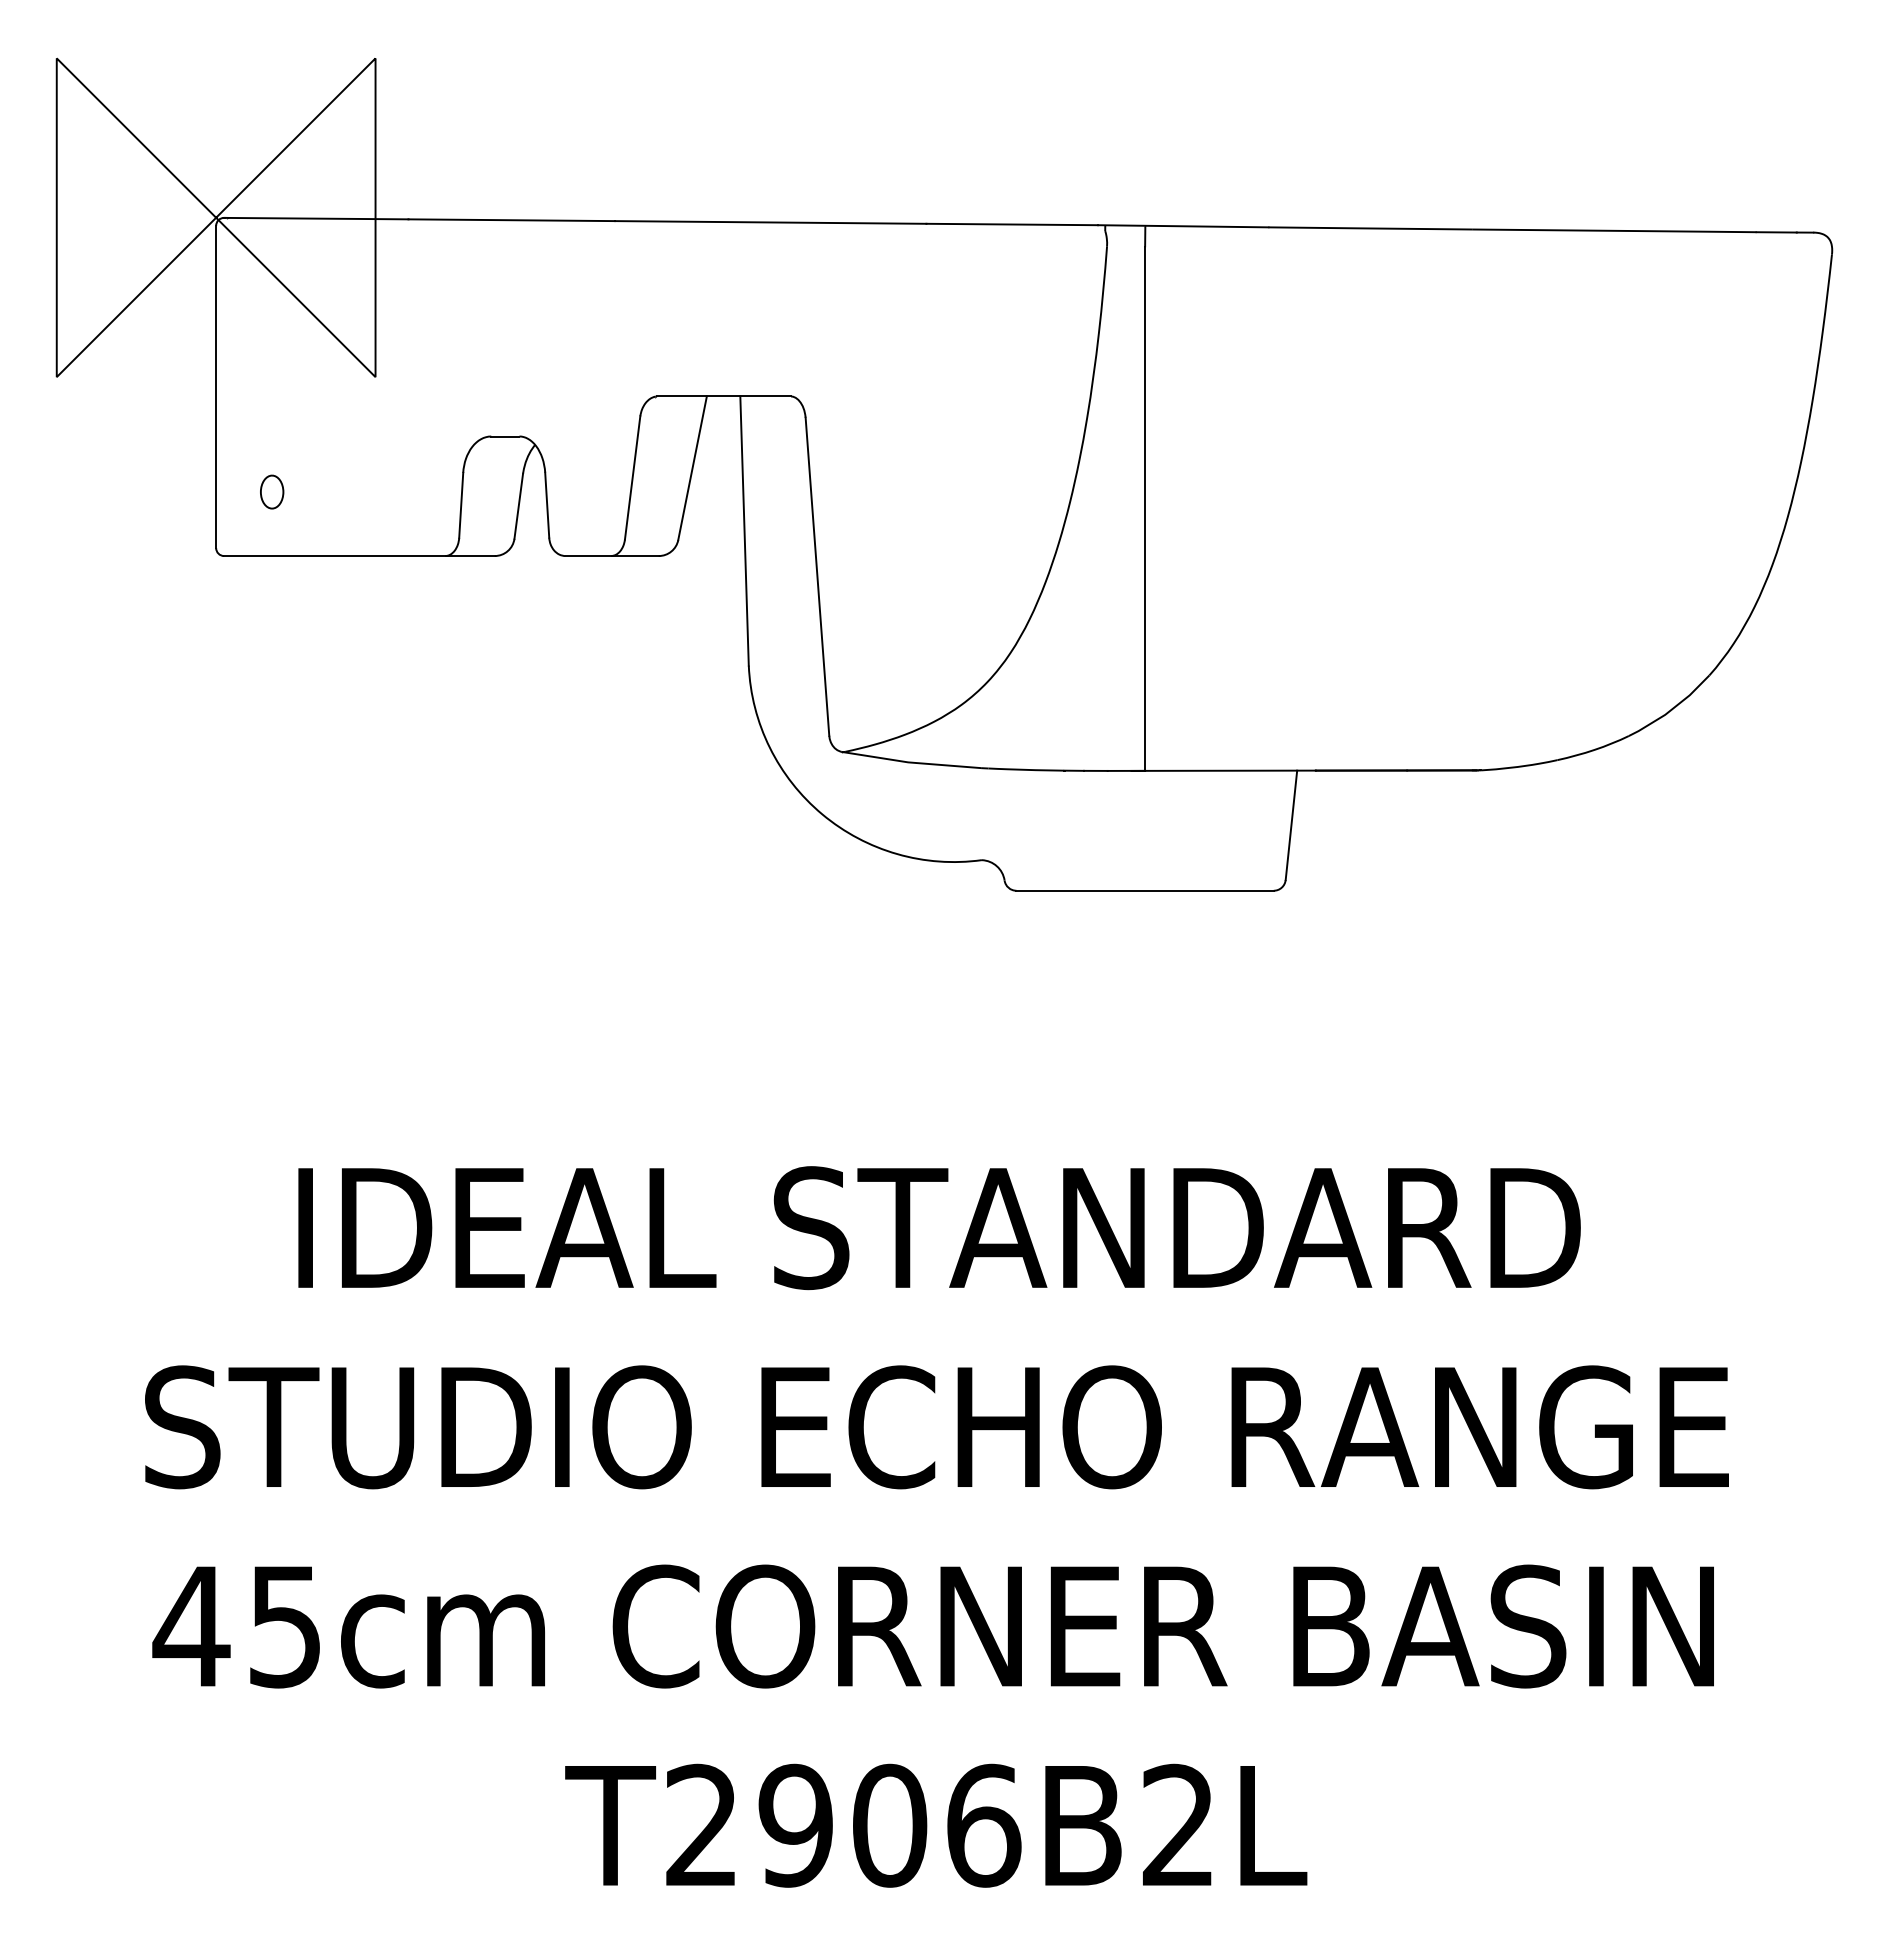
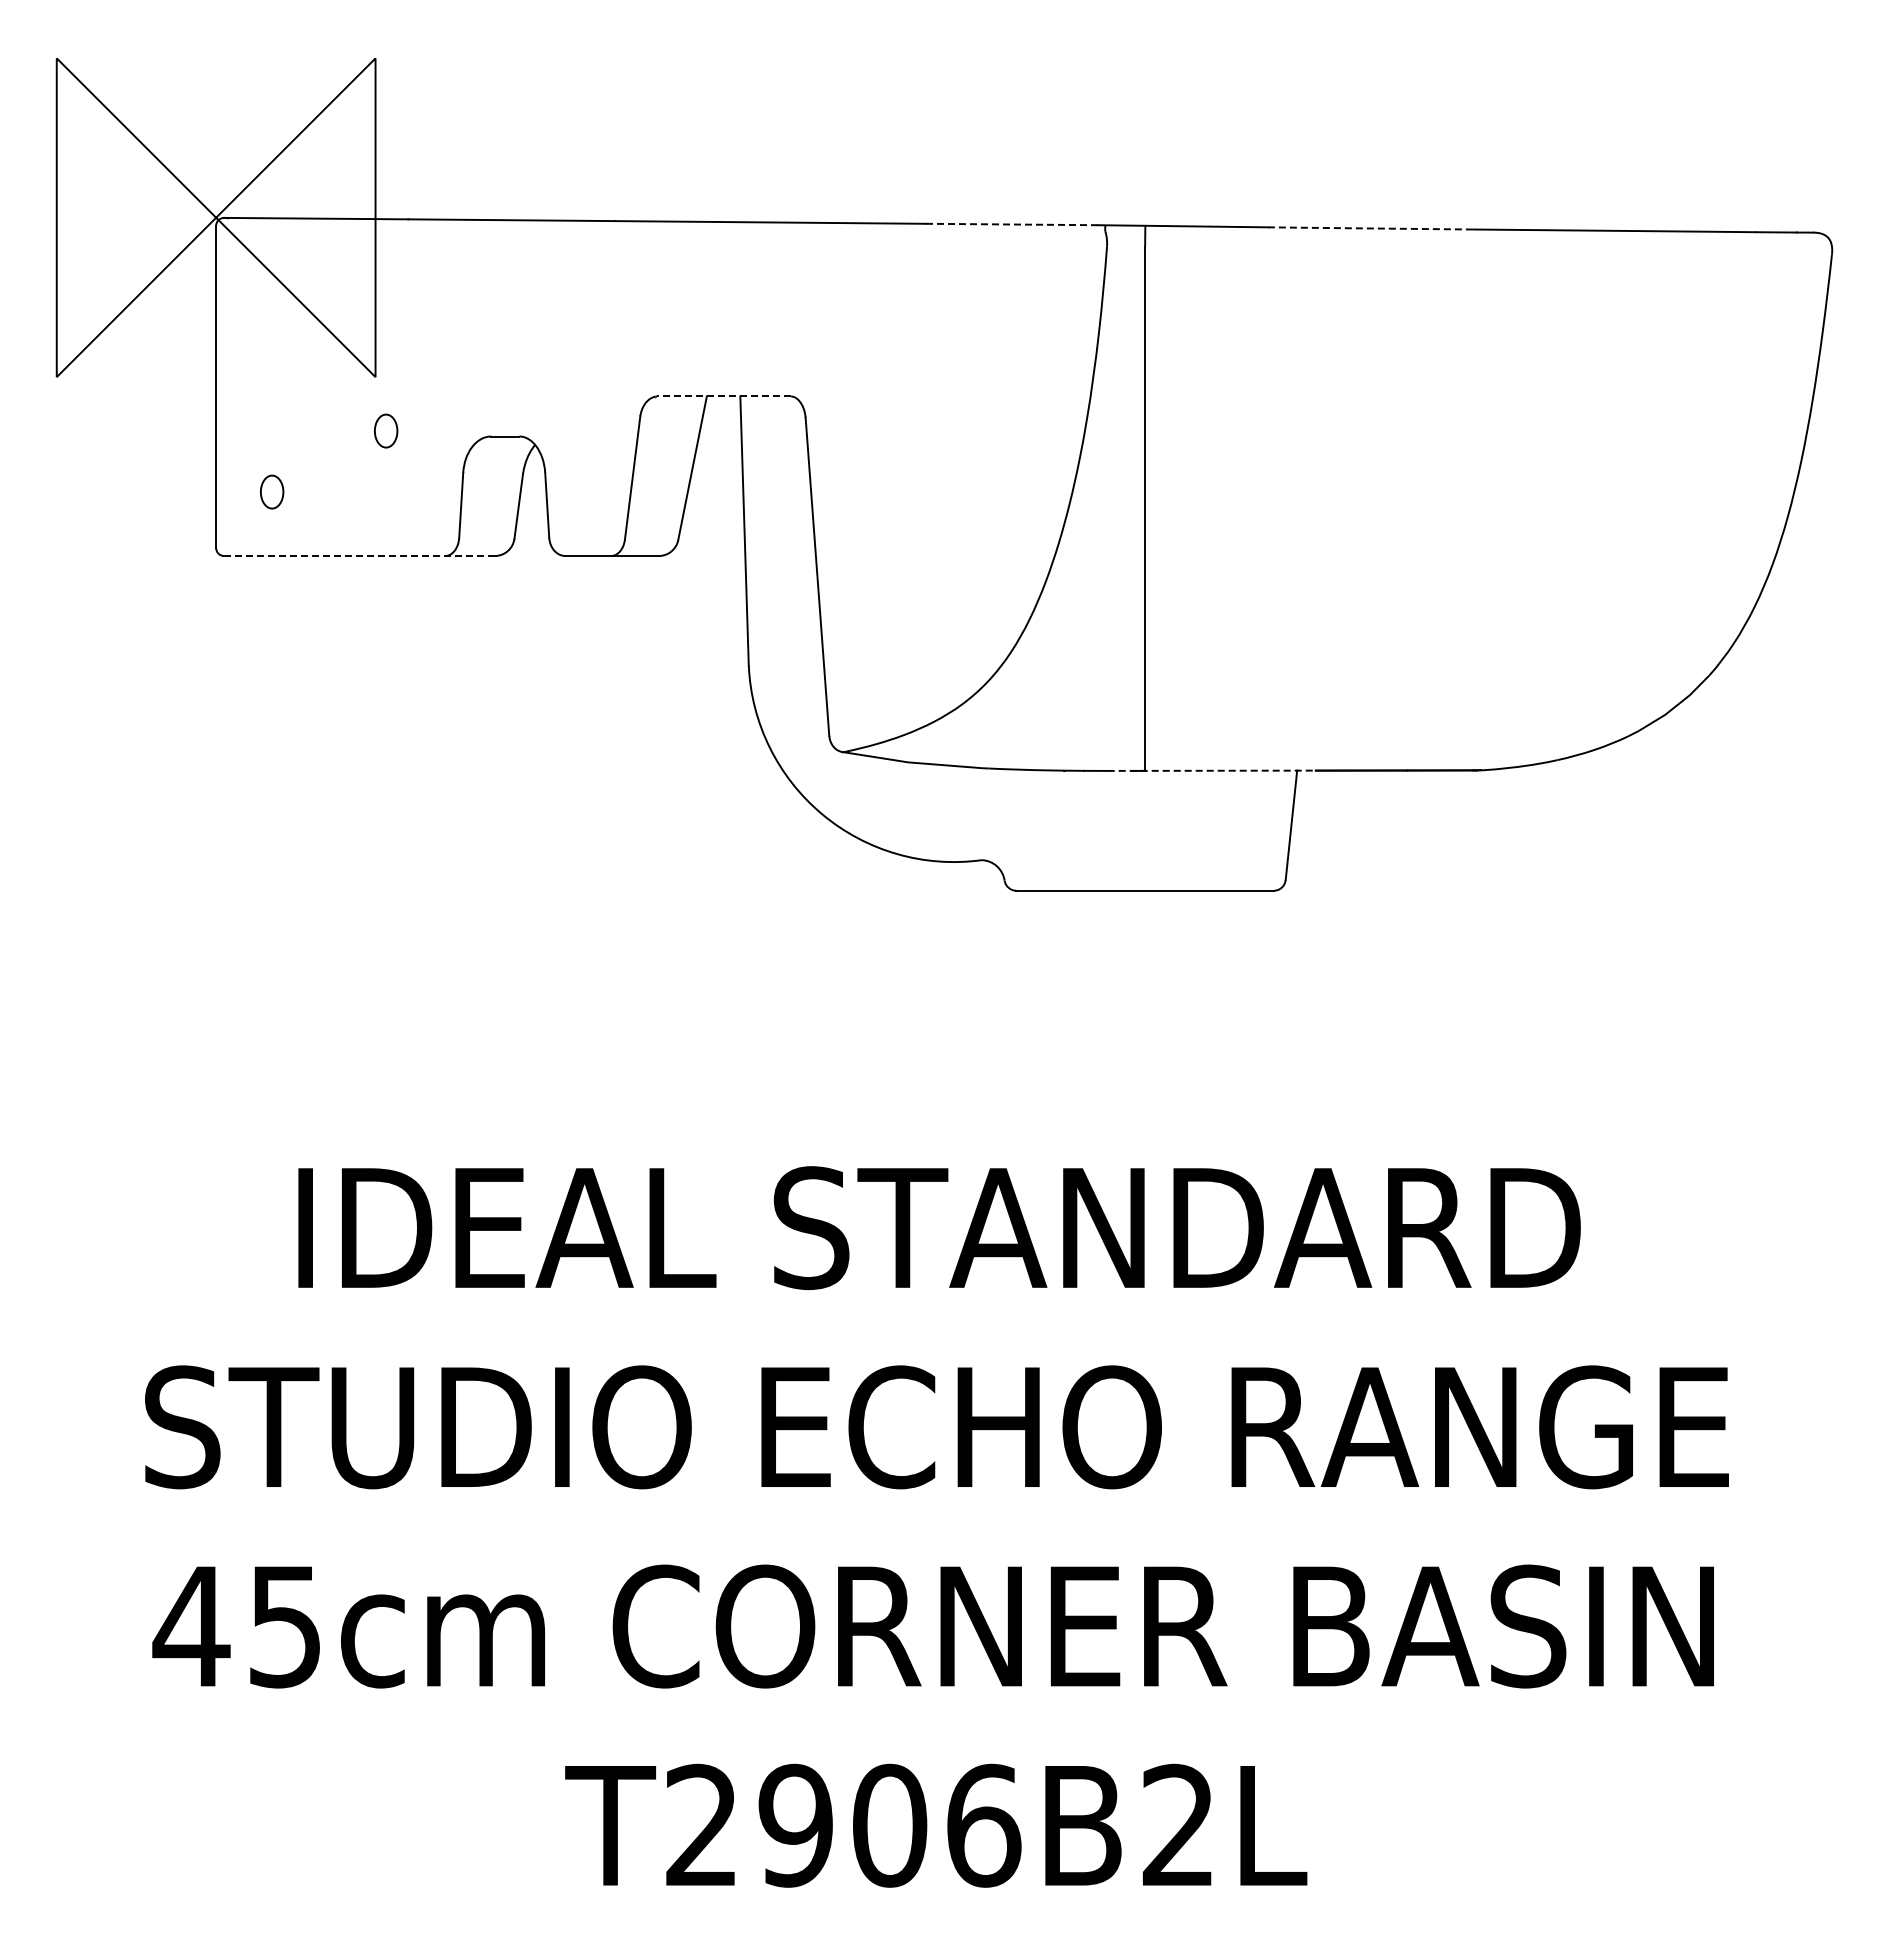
line at (1012, 224): solid -> dashed
line at (1369, 228): solid -> dashed
line at (723, 396): solid -> dashed
part at (386, 430): none -> present
line at (359, 556): solid -> dashed
line at (1212, 770): solid -> dashed
